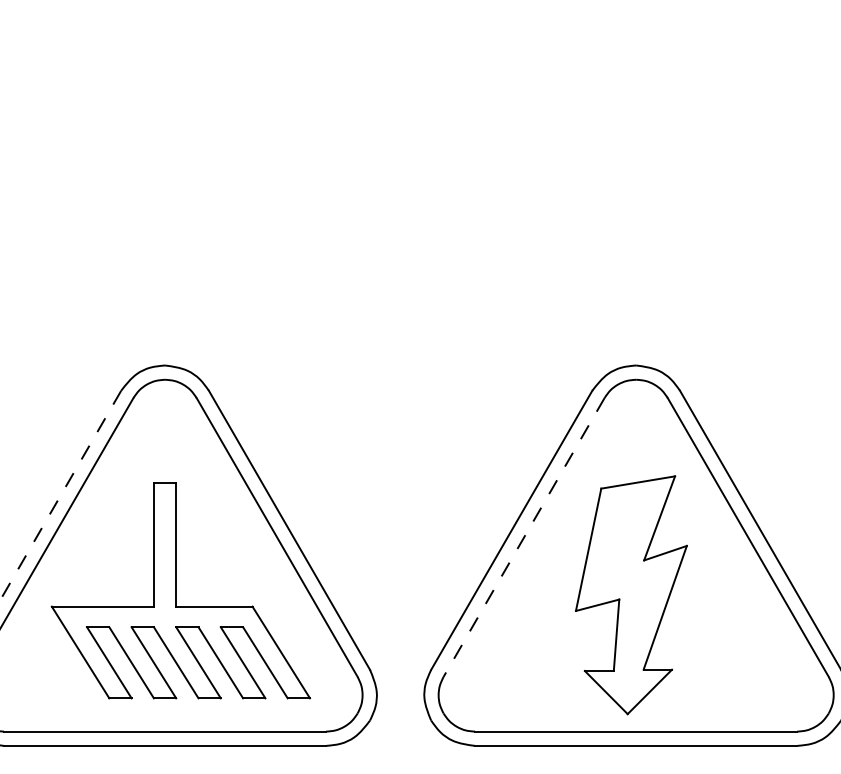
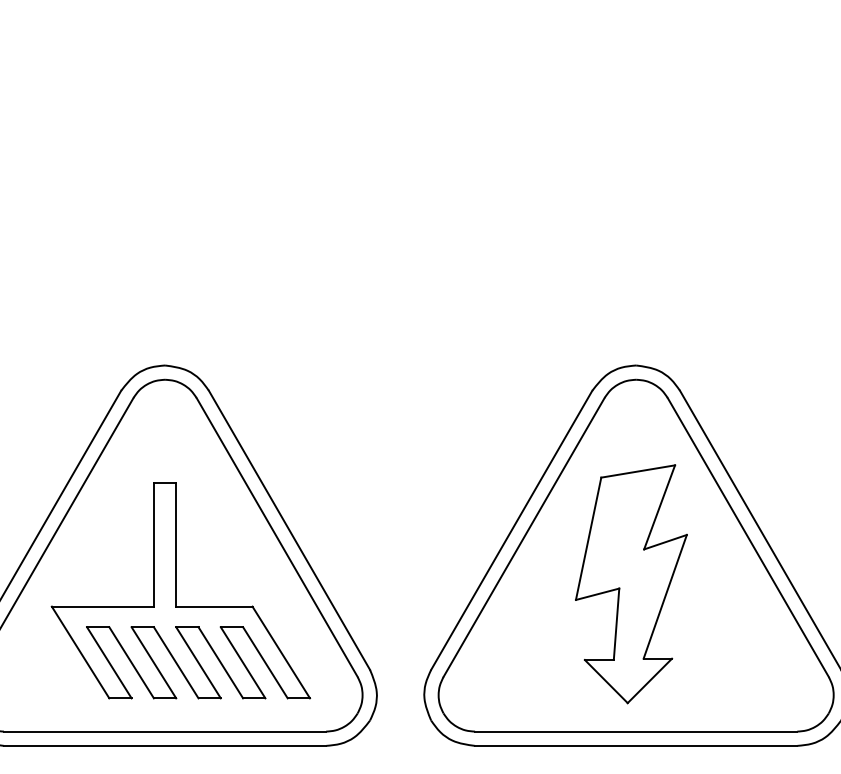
line at (60, 495): dashed -> solid
line at (523, 537): dashed -> solid
part at (631, 595) position: (631, 595) -> (631, 584)
